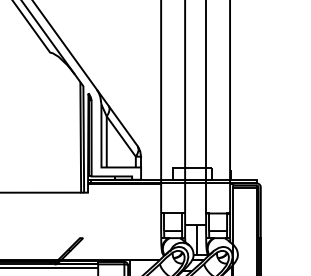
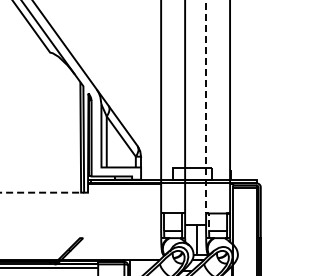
line at (206, 118): solid -> dashed
line at (41, 192): solid -> dashed
